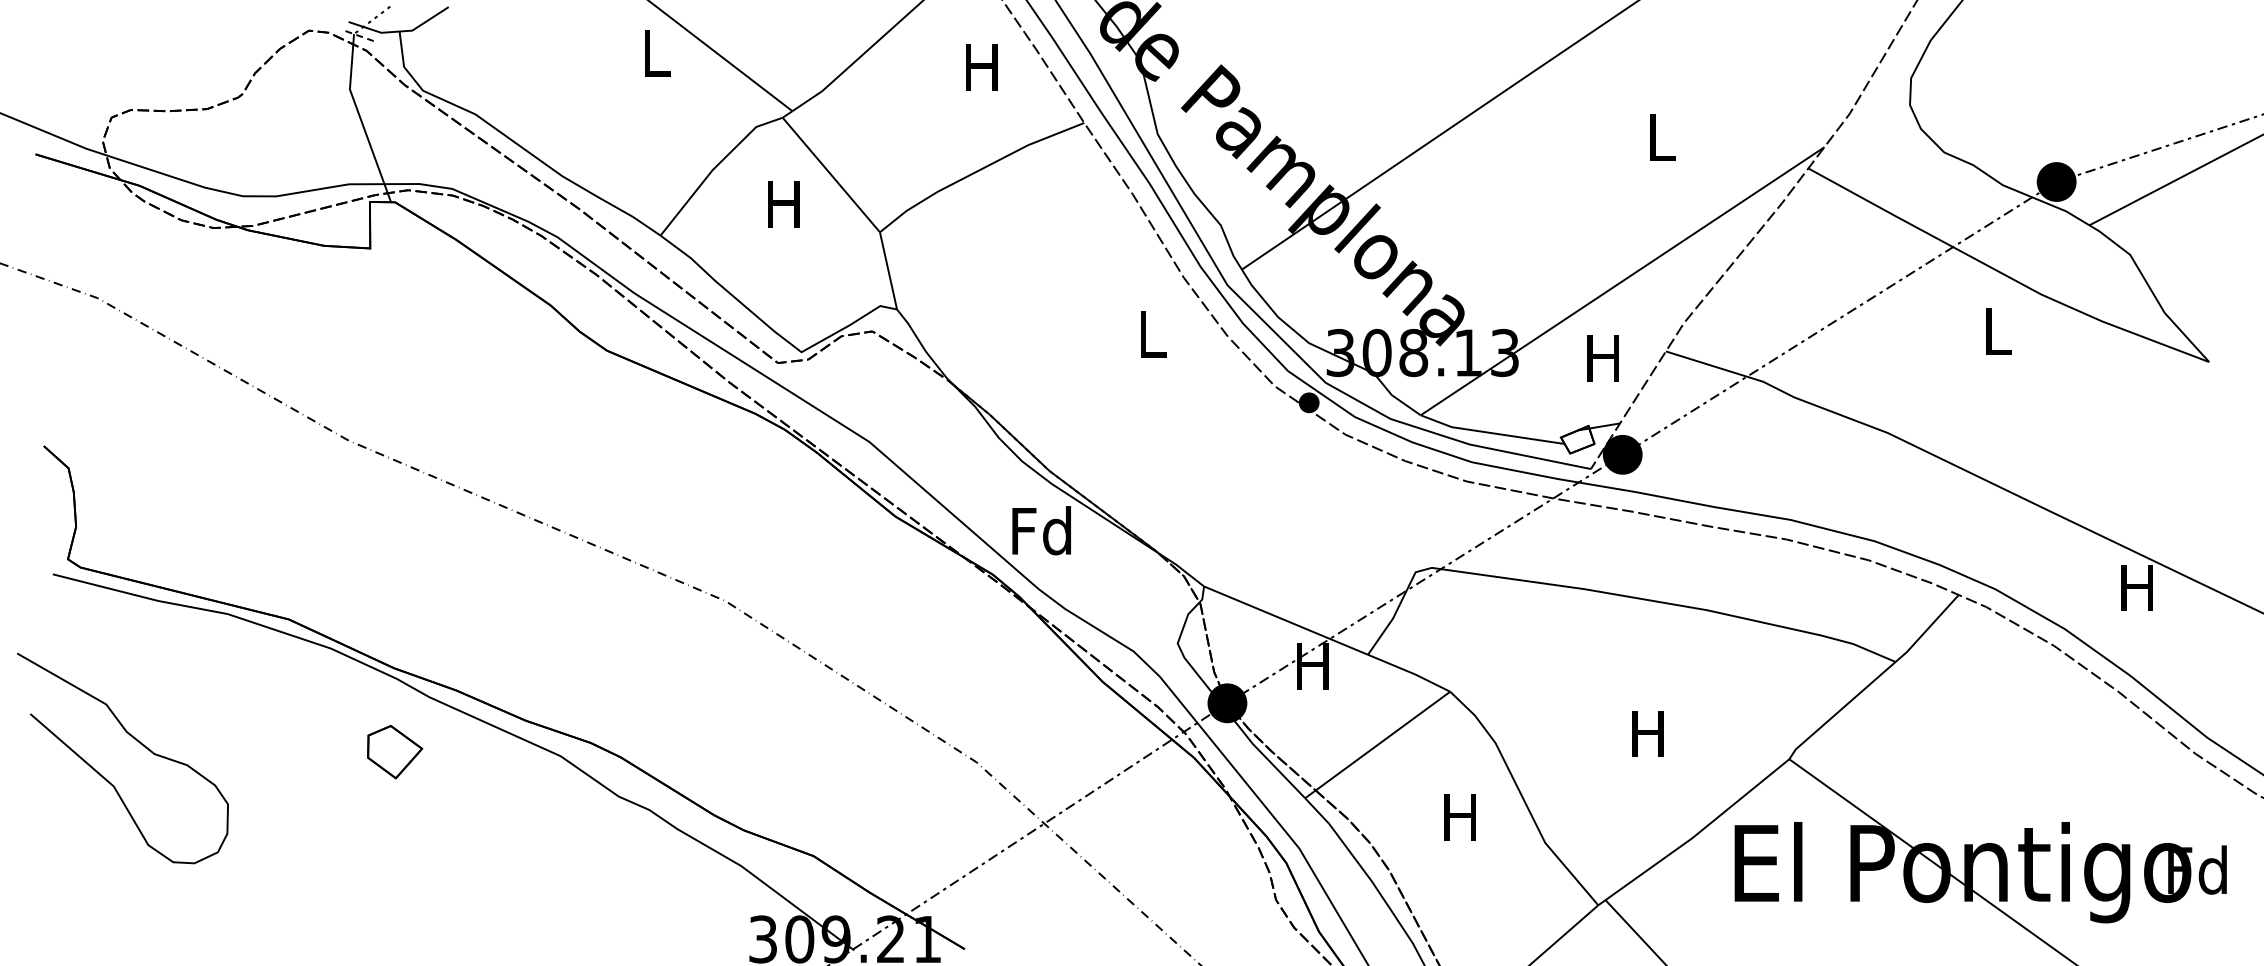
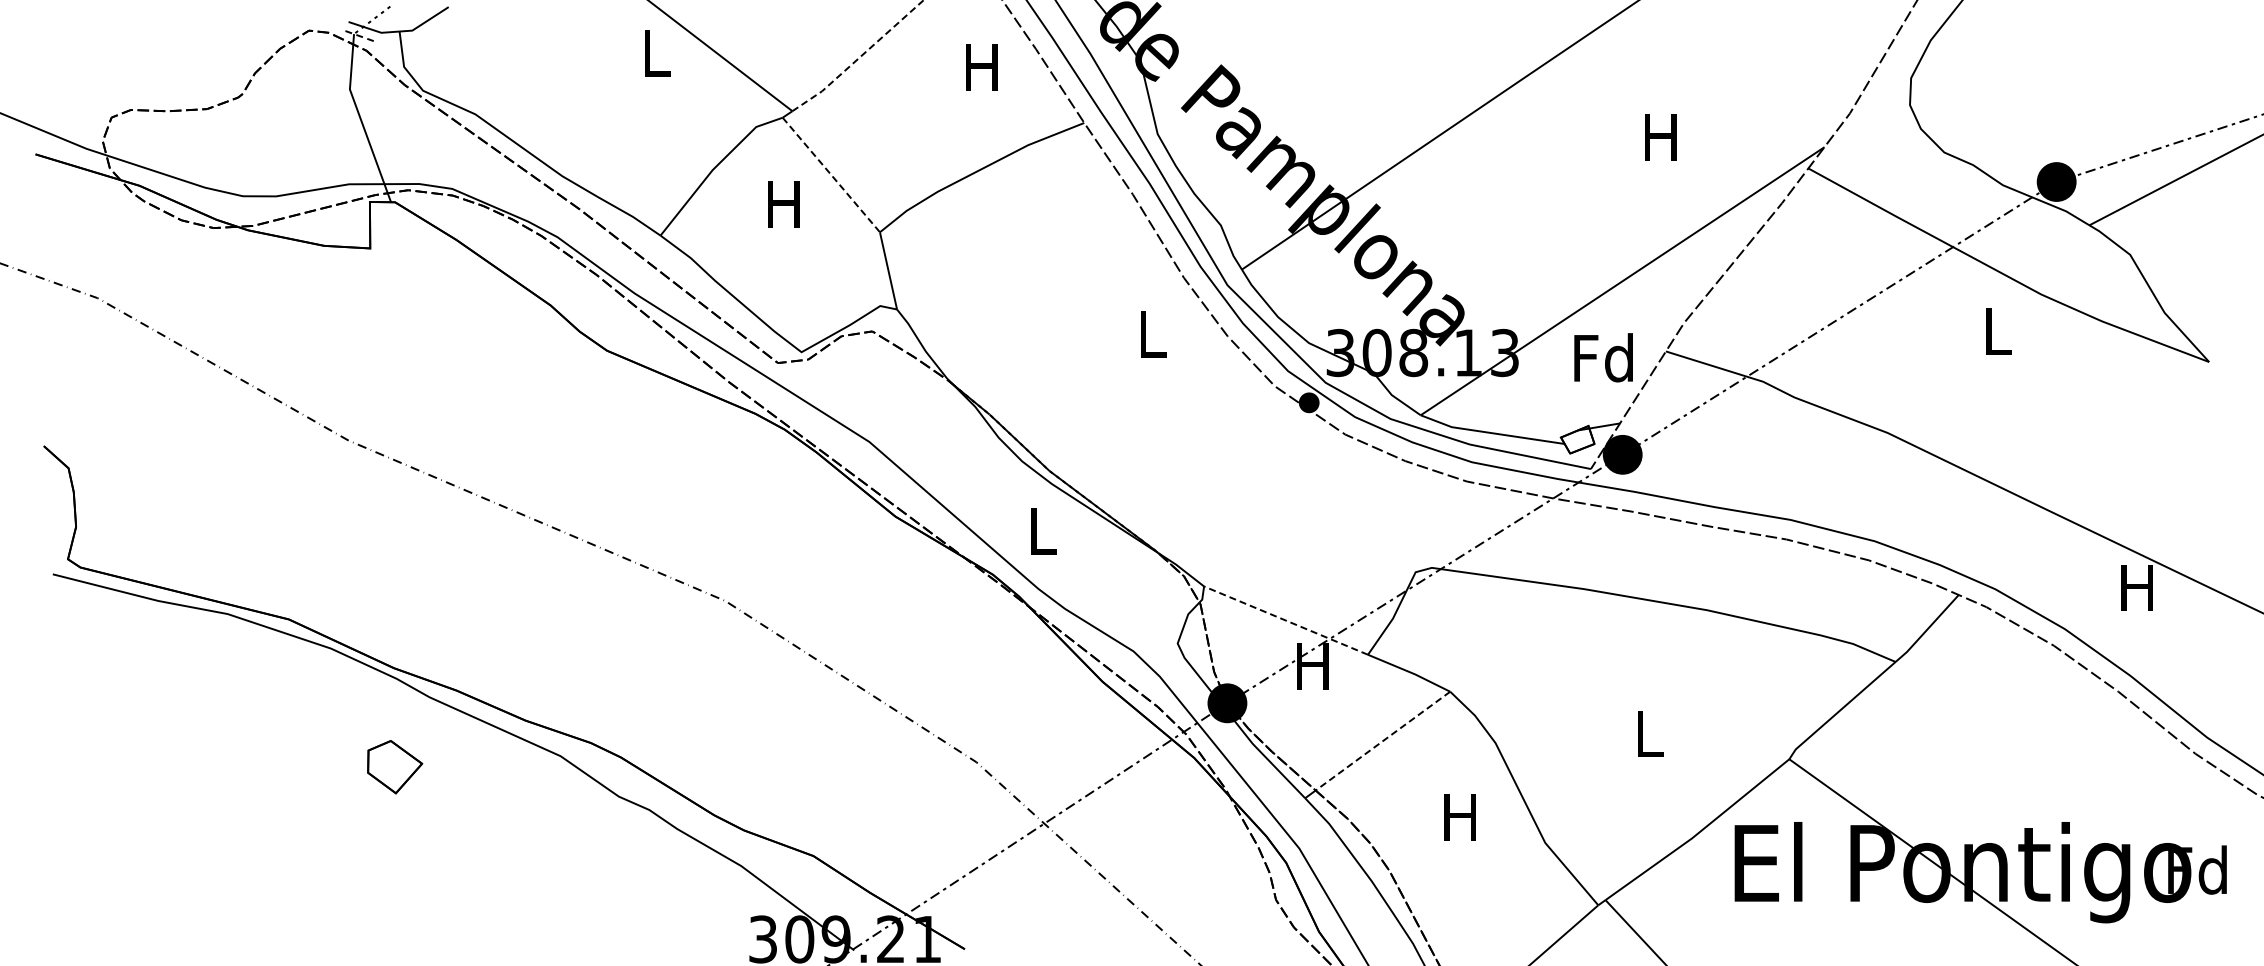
line at (859, 58): solid -> dashed
text at (1660, 137): L -> H
line at (831, 175): solid -> dashed
text at (1603, 357): H -> Fd
text at (1041, 530): Fd -> L
line at (1286, 620): solid -> dashed
text at (1647, 733): H -> L
curve at (135, 740): present -> none
line at (1382, 741): solid -> dashed
part at (395, 752) position: (395, 752) -> (395, 767)
